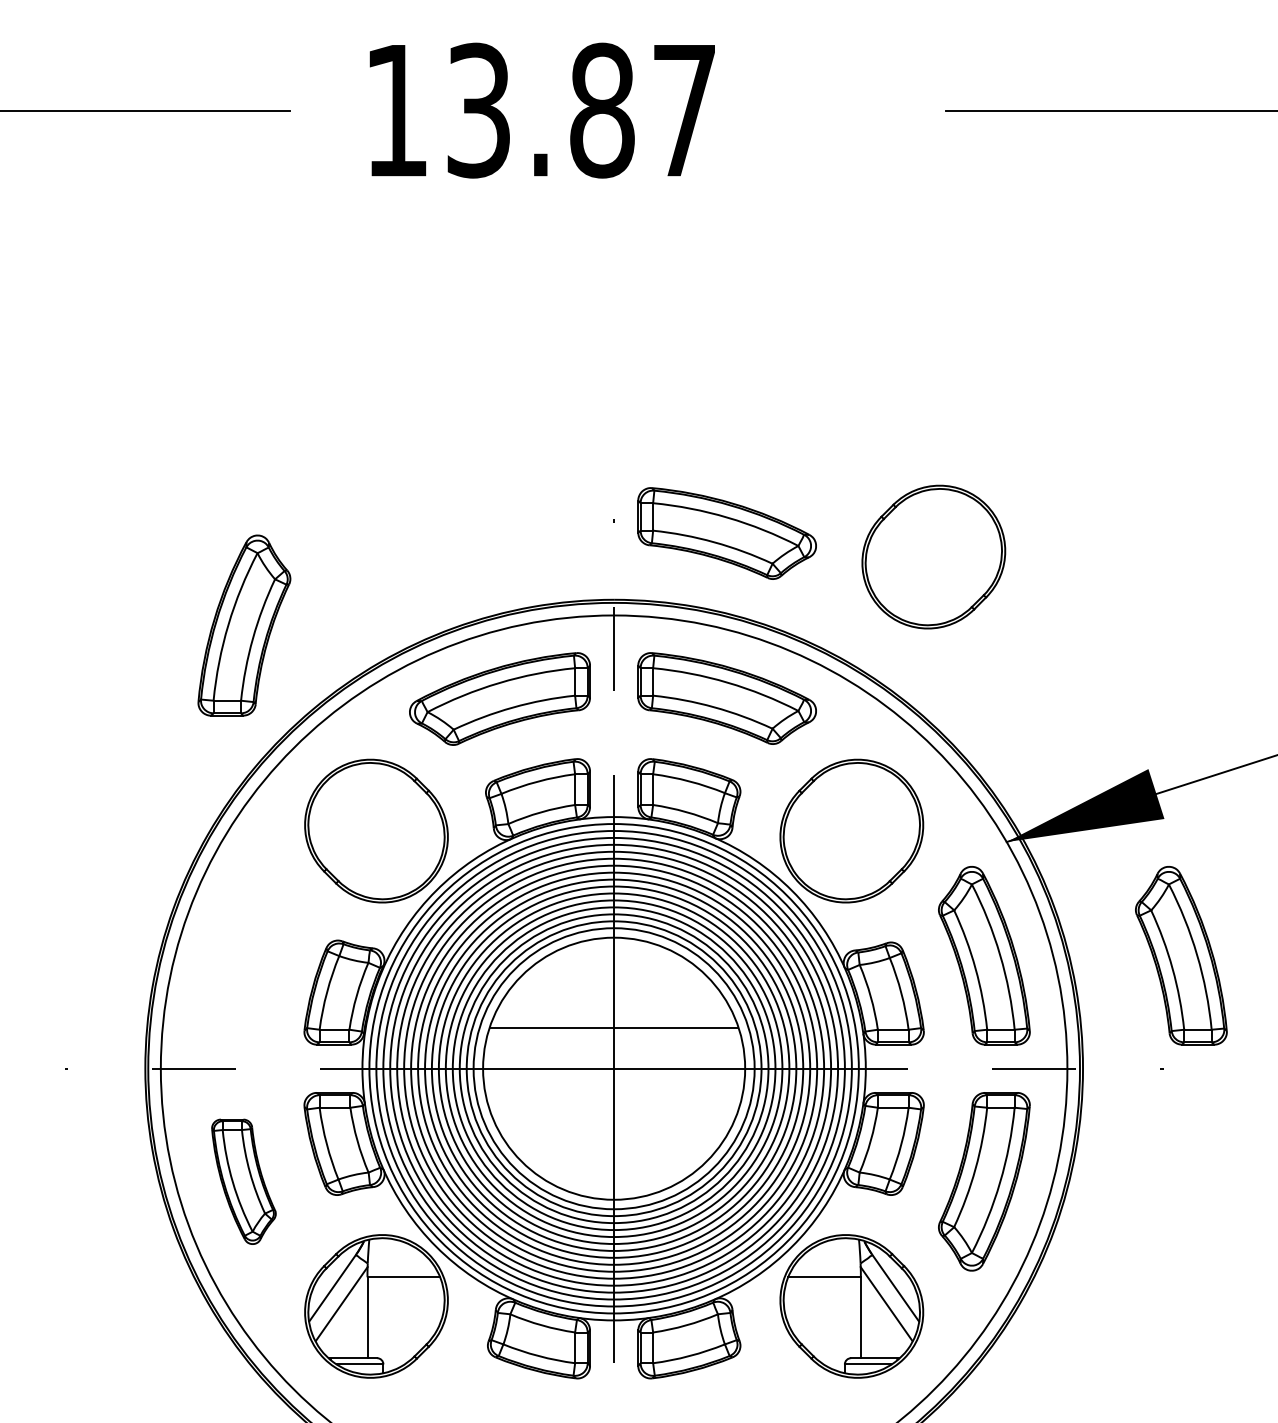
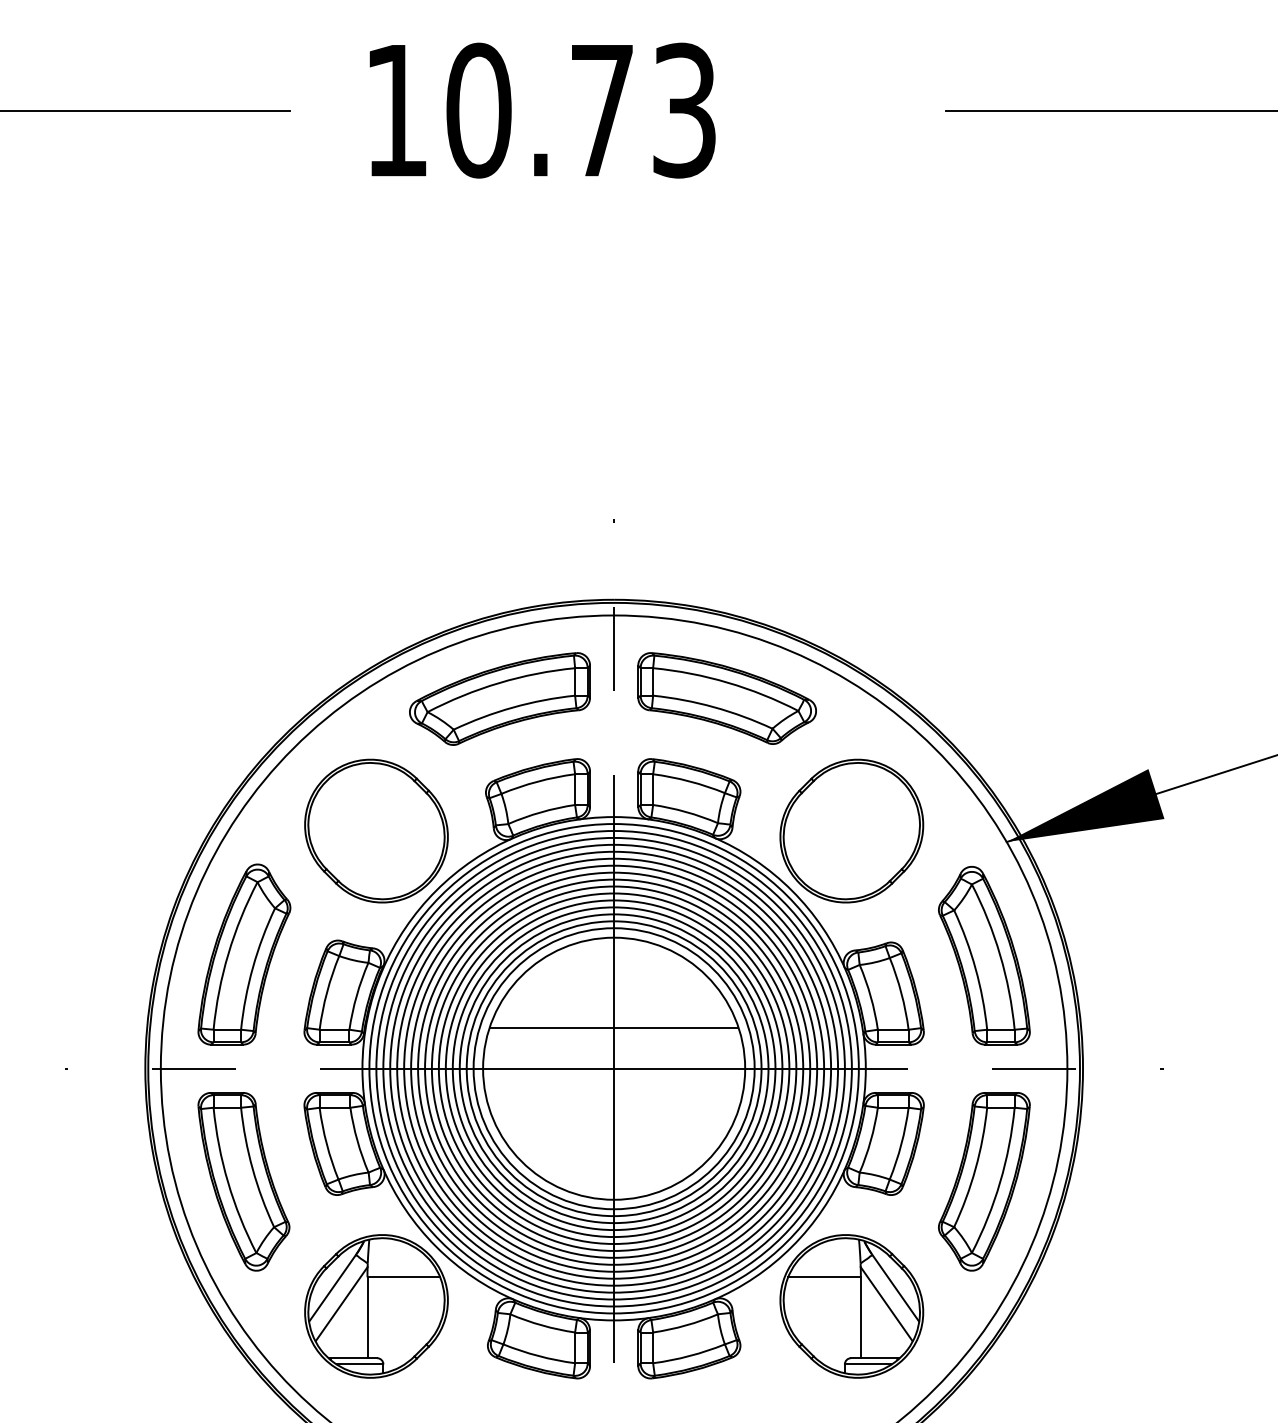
text at (580, 110): 13.87 -> 10.73
part at (726, 533): present -> none
part at (933, 556): present -> none
part at (244, 625) position: (244, 625) -> (244, 954)
part at (1181, 955): present -> none
part at (243, 1181) size: 66x127 px -> 94x180 px
